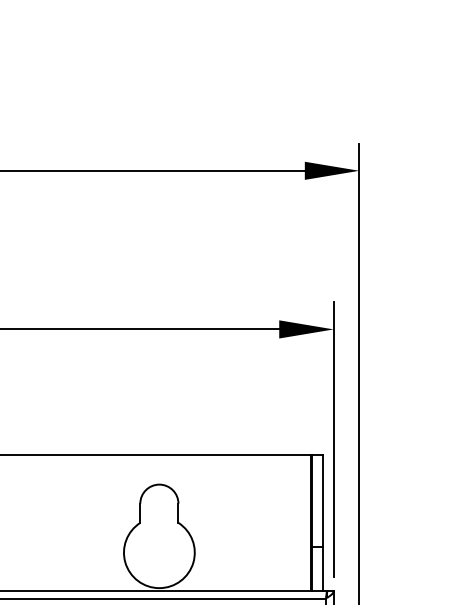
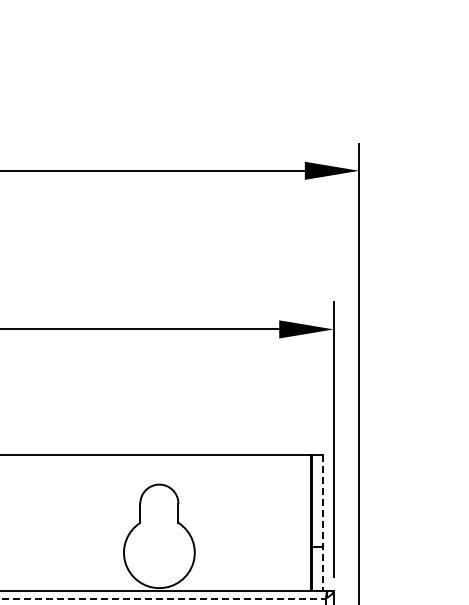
line at (322, 523): solid -> dashed
line at (163, 598): solid -> dashed
